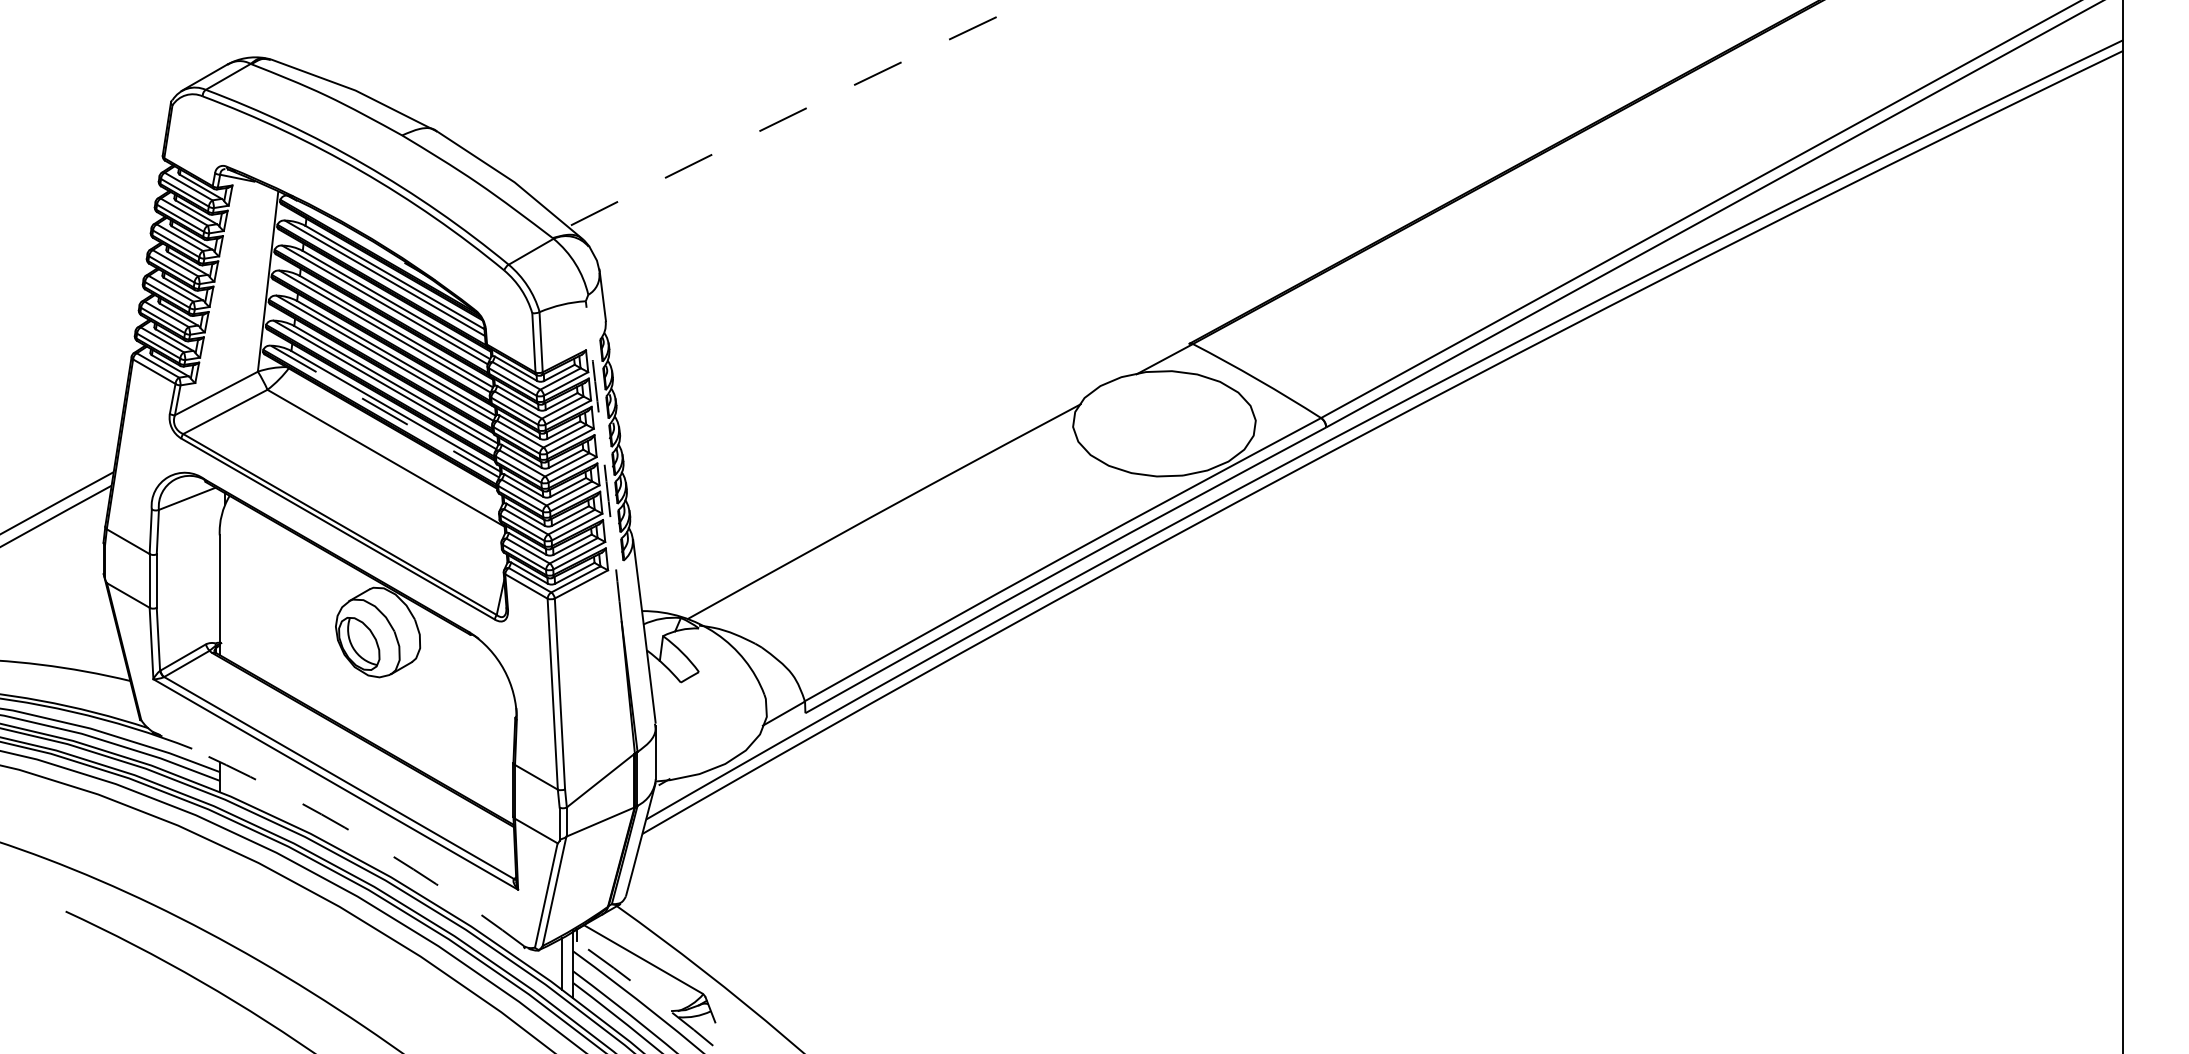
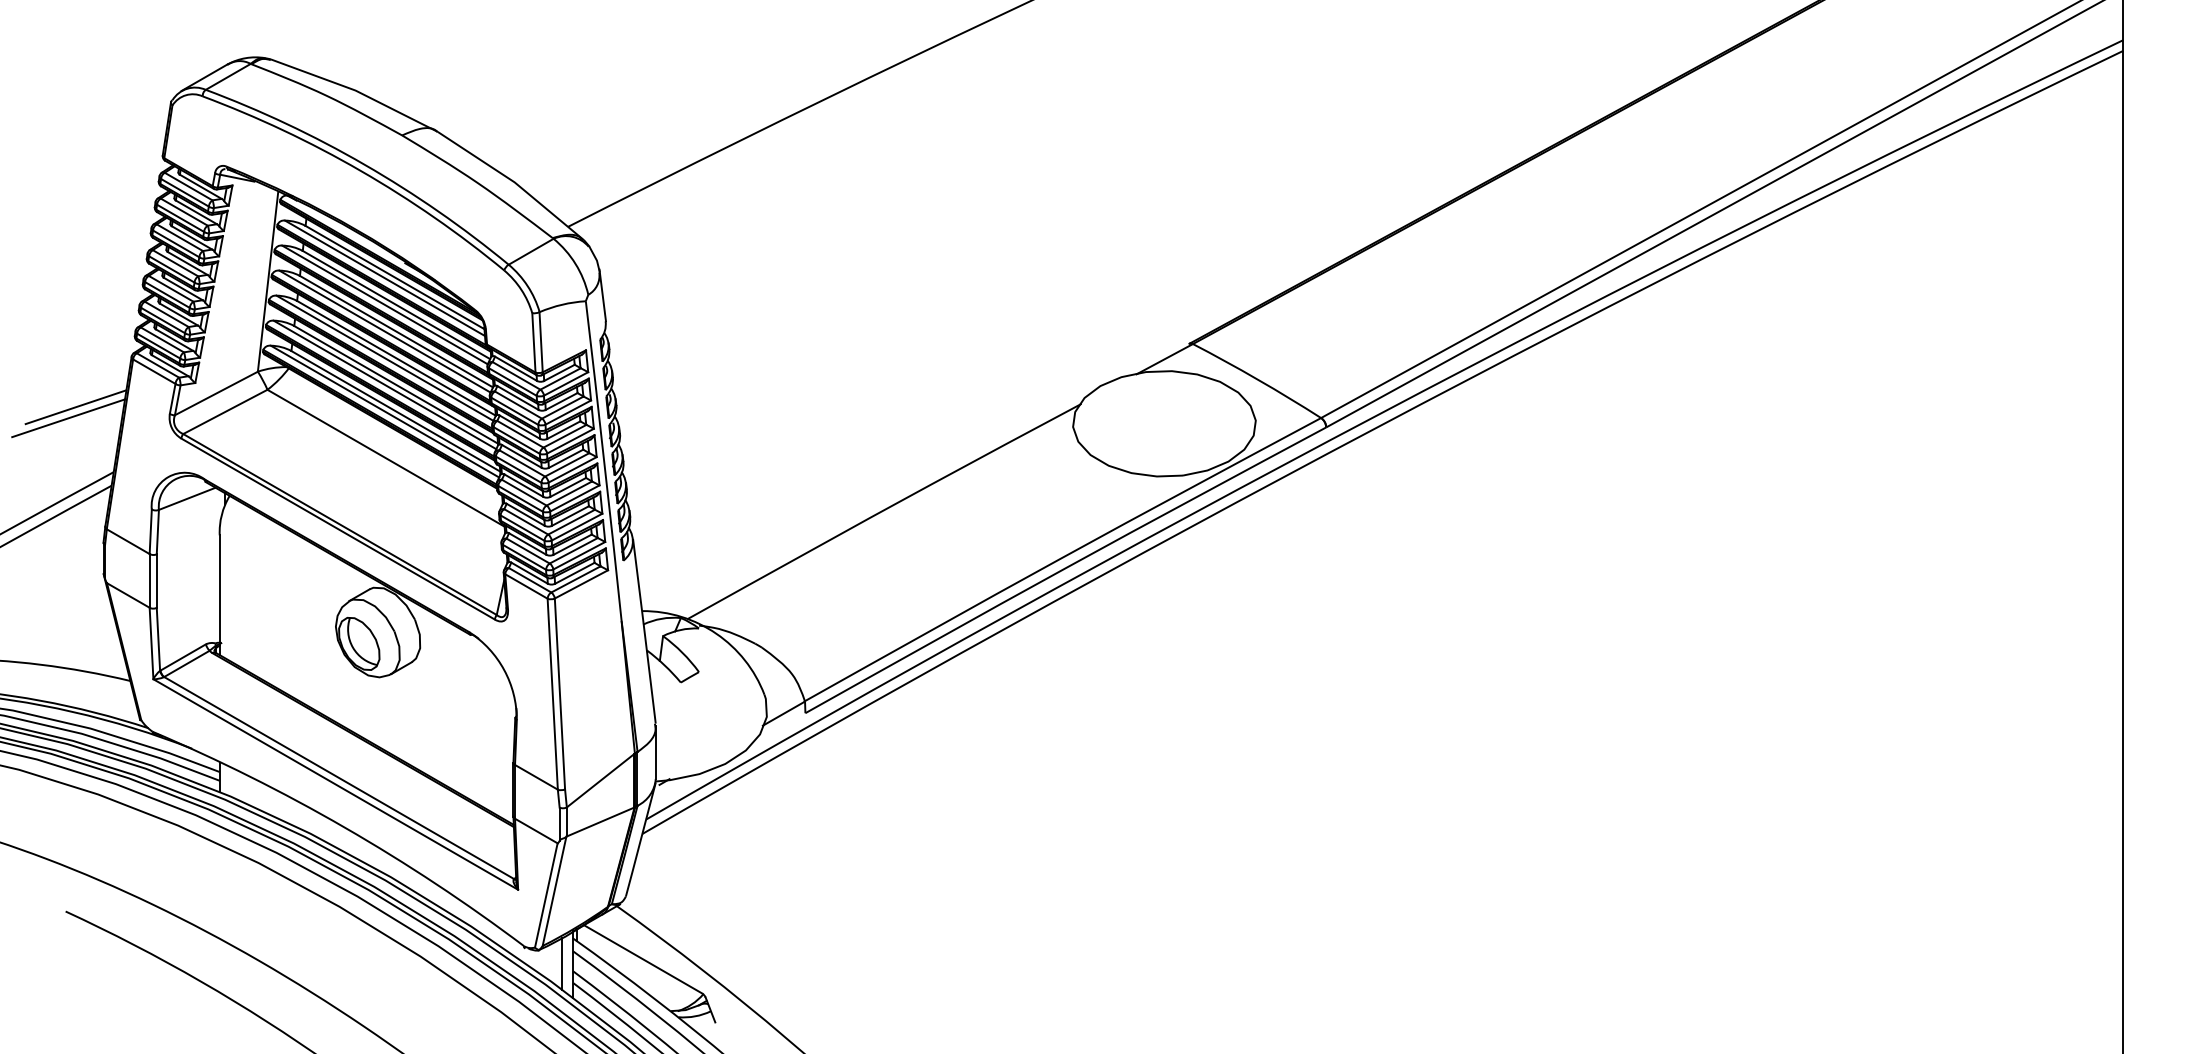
arc at (799, 111): dashed -> solid
line at (75, 407): none -> present
line at (385, 411): dashed -> solid
line at (68, 418): none -> present
arc at (604, 461): dashed -> solid
arc at (344, 827): dashed -> solid
arc at (649, 994): dashed -> solid
